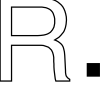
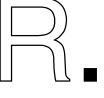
part at (92, 69) position: (92, 69) -> (89, 74)
